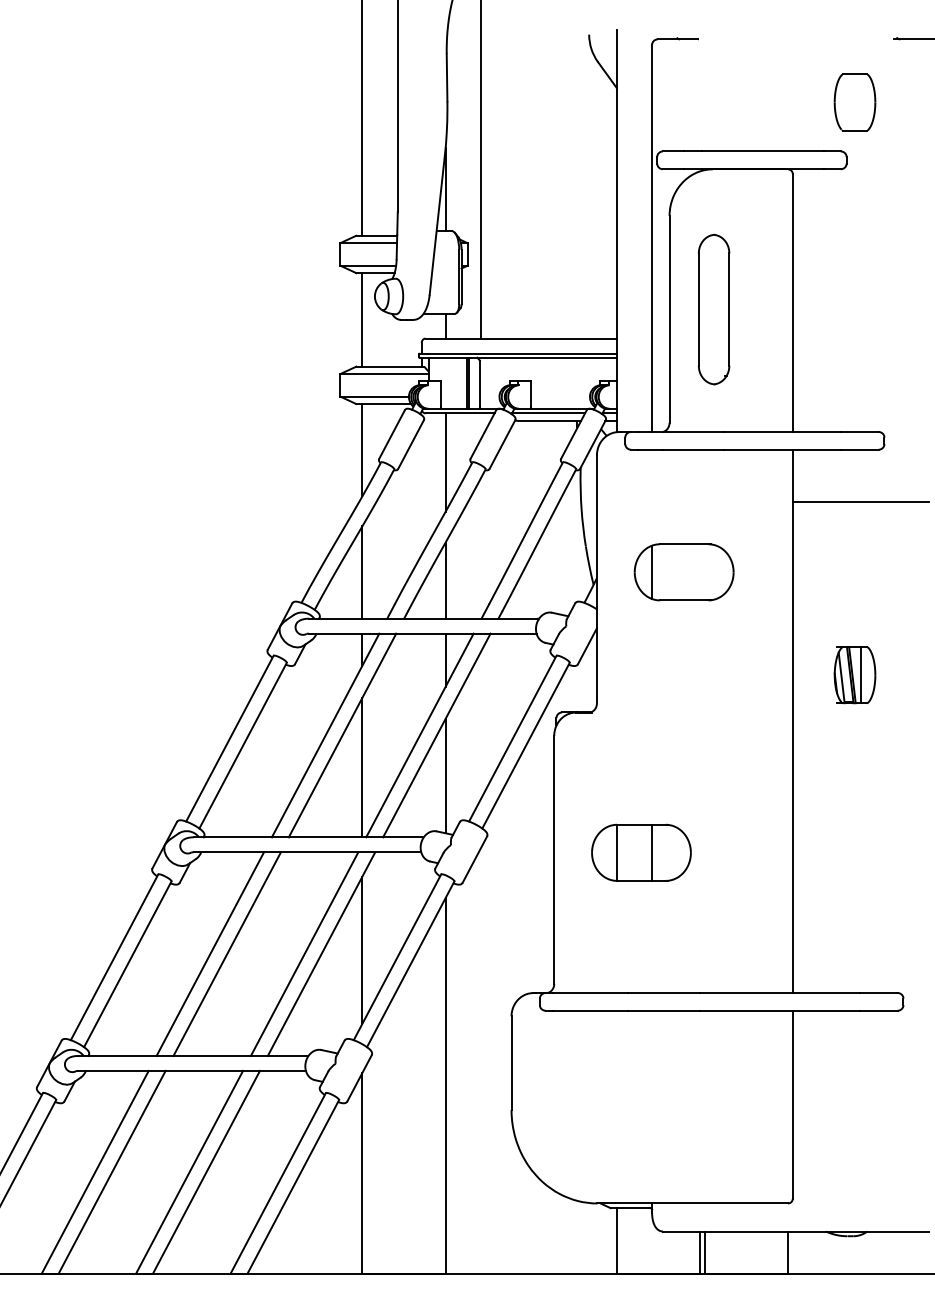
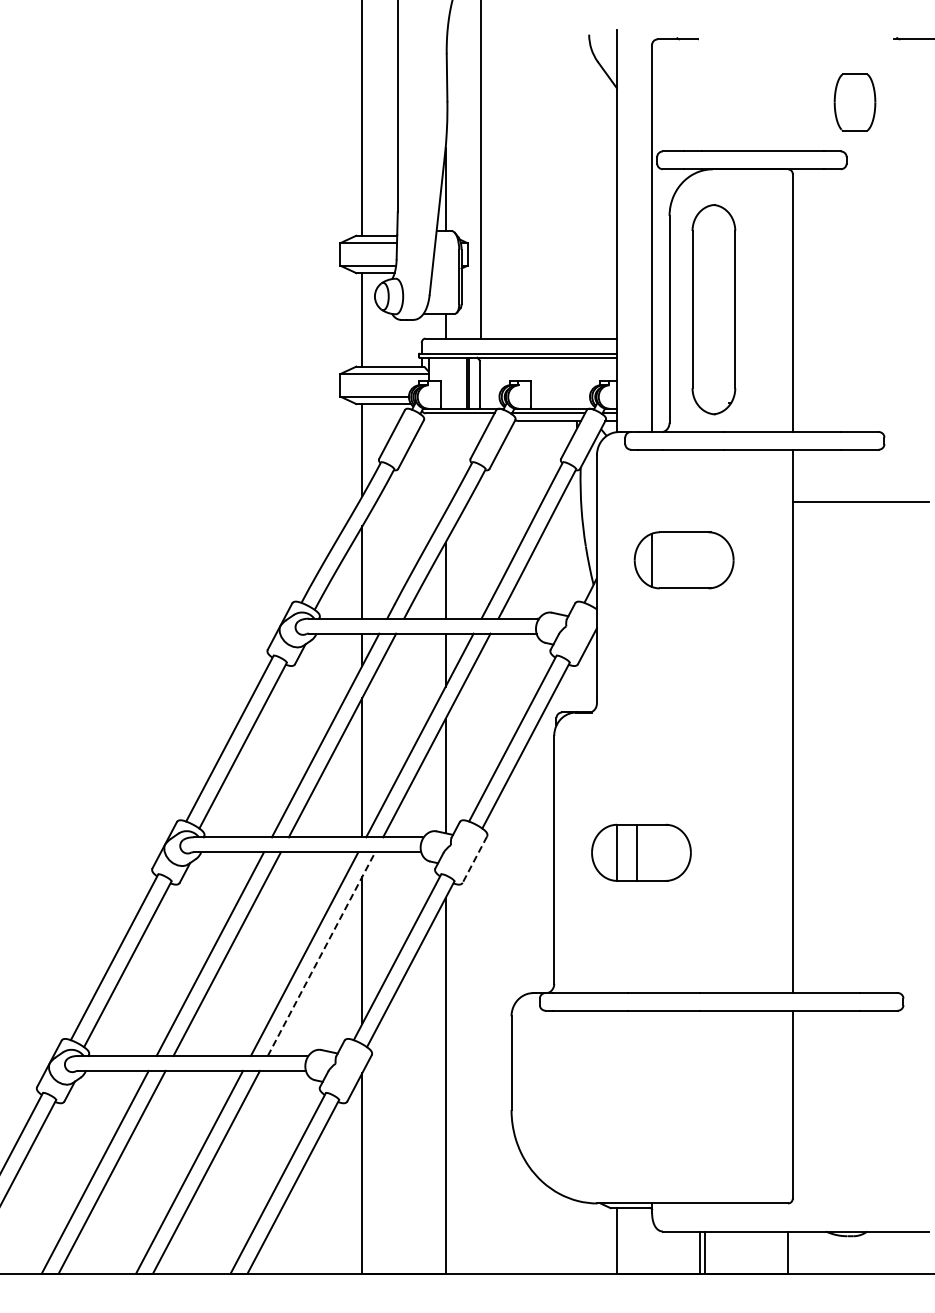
part at (714, 309) size: 33x153 px -> 46x212 px
line at (445, 462): present -> none
part at (683, 572) position: (683, 572) -> (683, 560)
part at (854, 675): present -> none
line at (652, 852) position: (652, 852) -> (637, 852)
line at (474, 860): solid -> dashed
line at (321, 953): solid -> dashed
